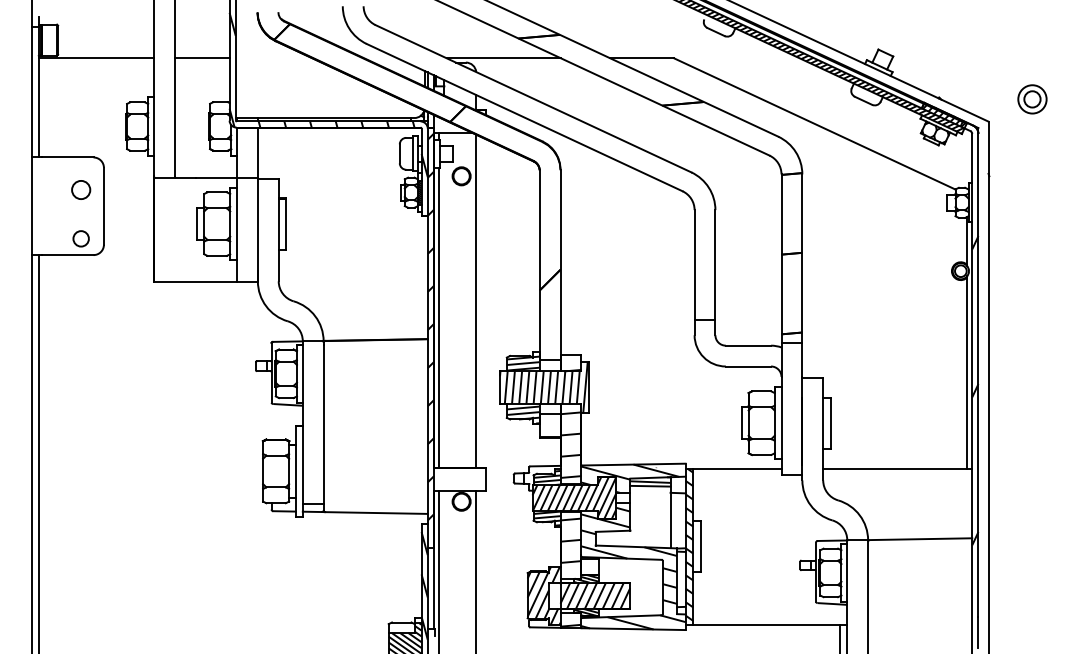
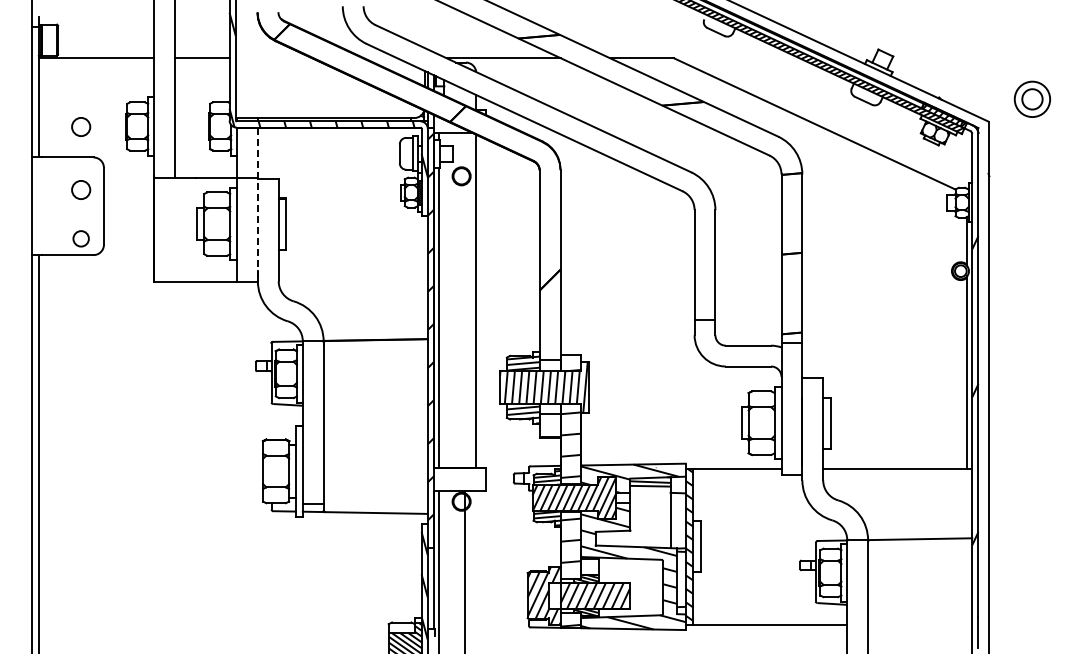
part at (1032, 99) size: 31x31 px -> 38x38 px
circle at (81, 126): none -> present
line at (257, 203): solid -> dashed
line at (476, 570) position: (476, 570) -> (465, 570)
line at (840, 637): present -> none
